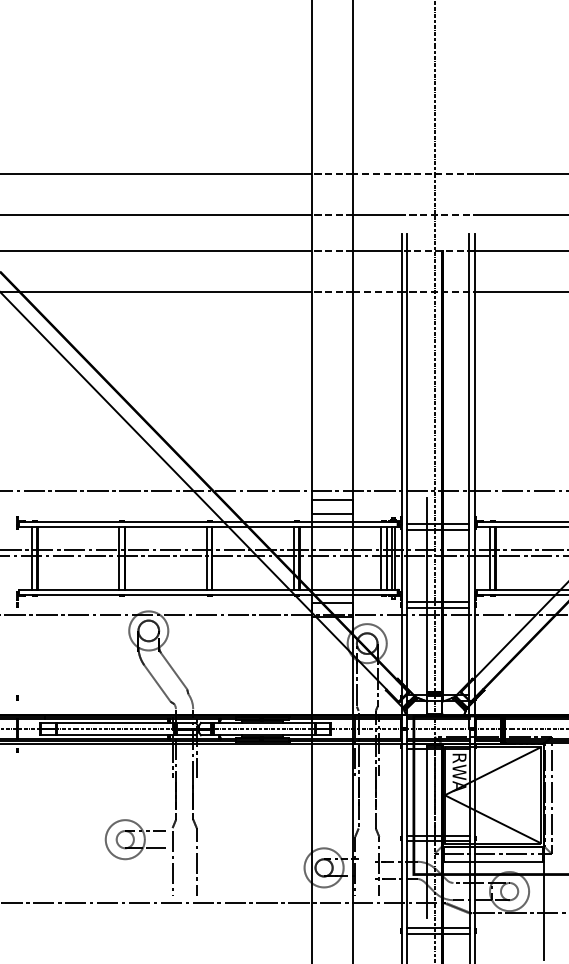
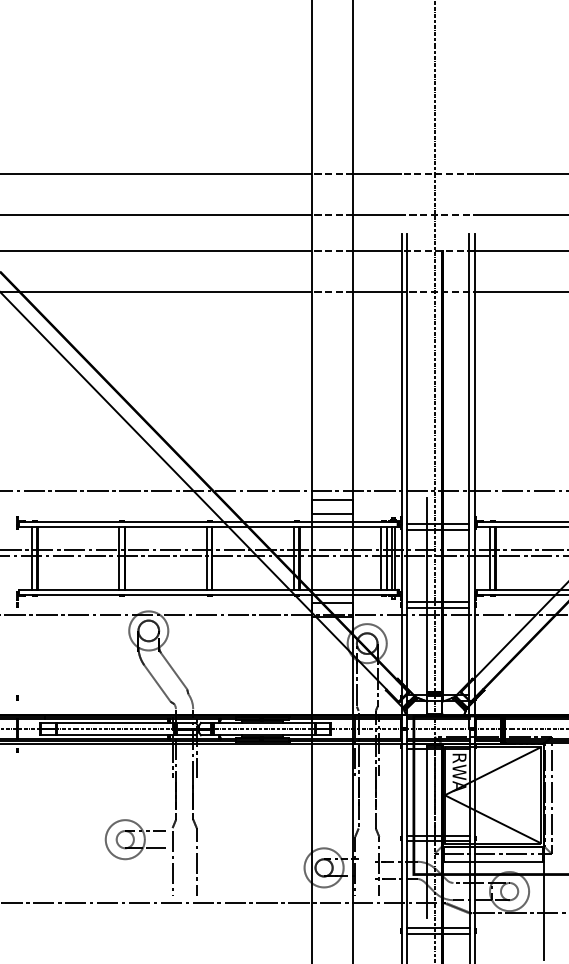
line at (377, 173): dashed -> solid
line at (377, 292): dashed -> solid
